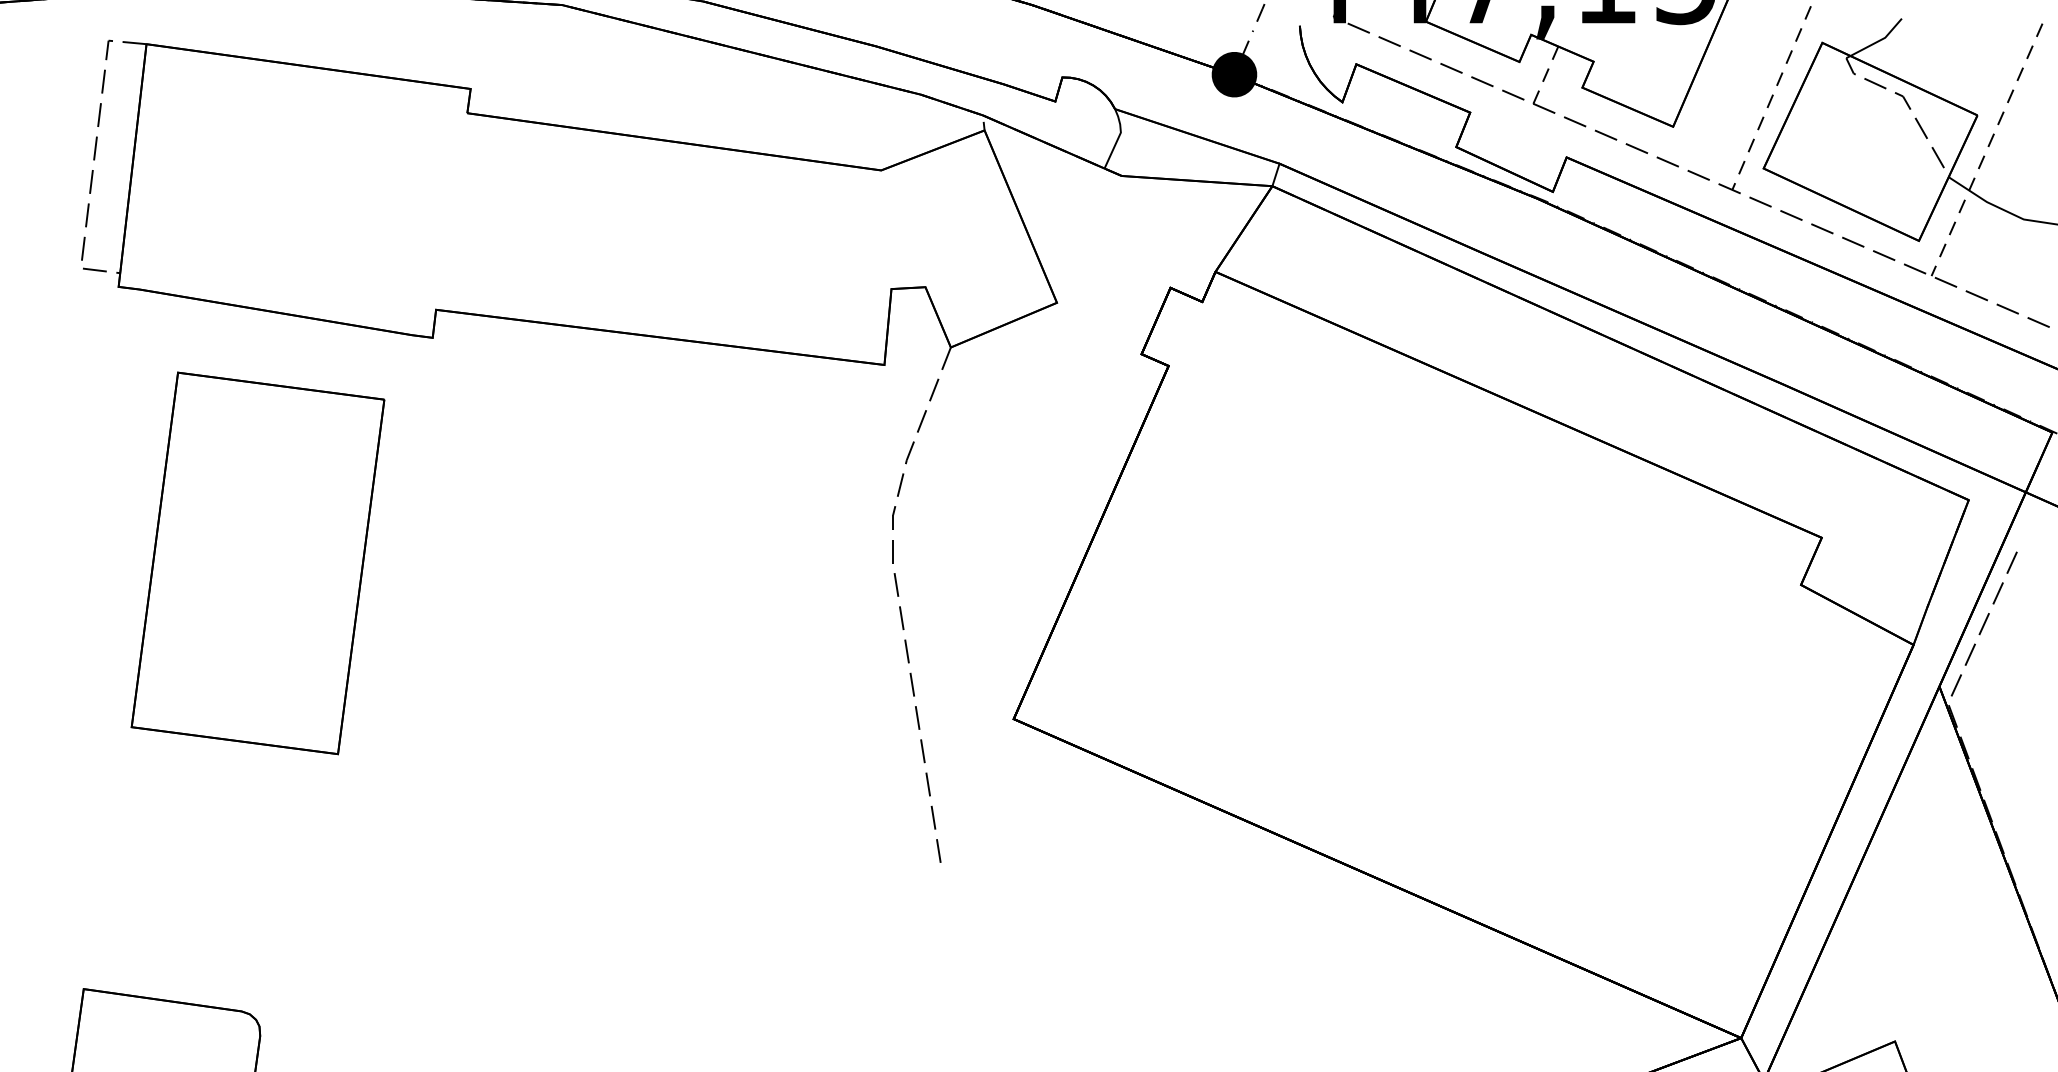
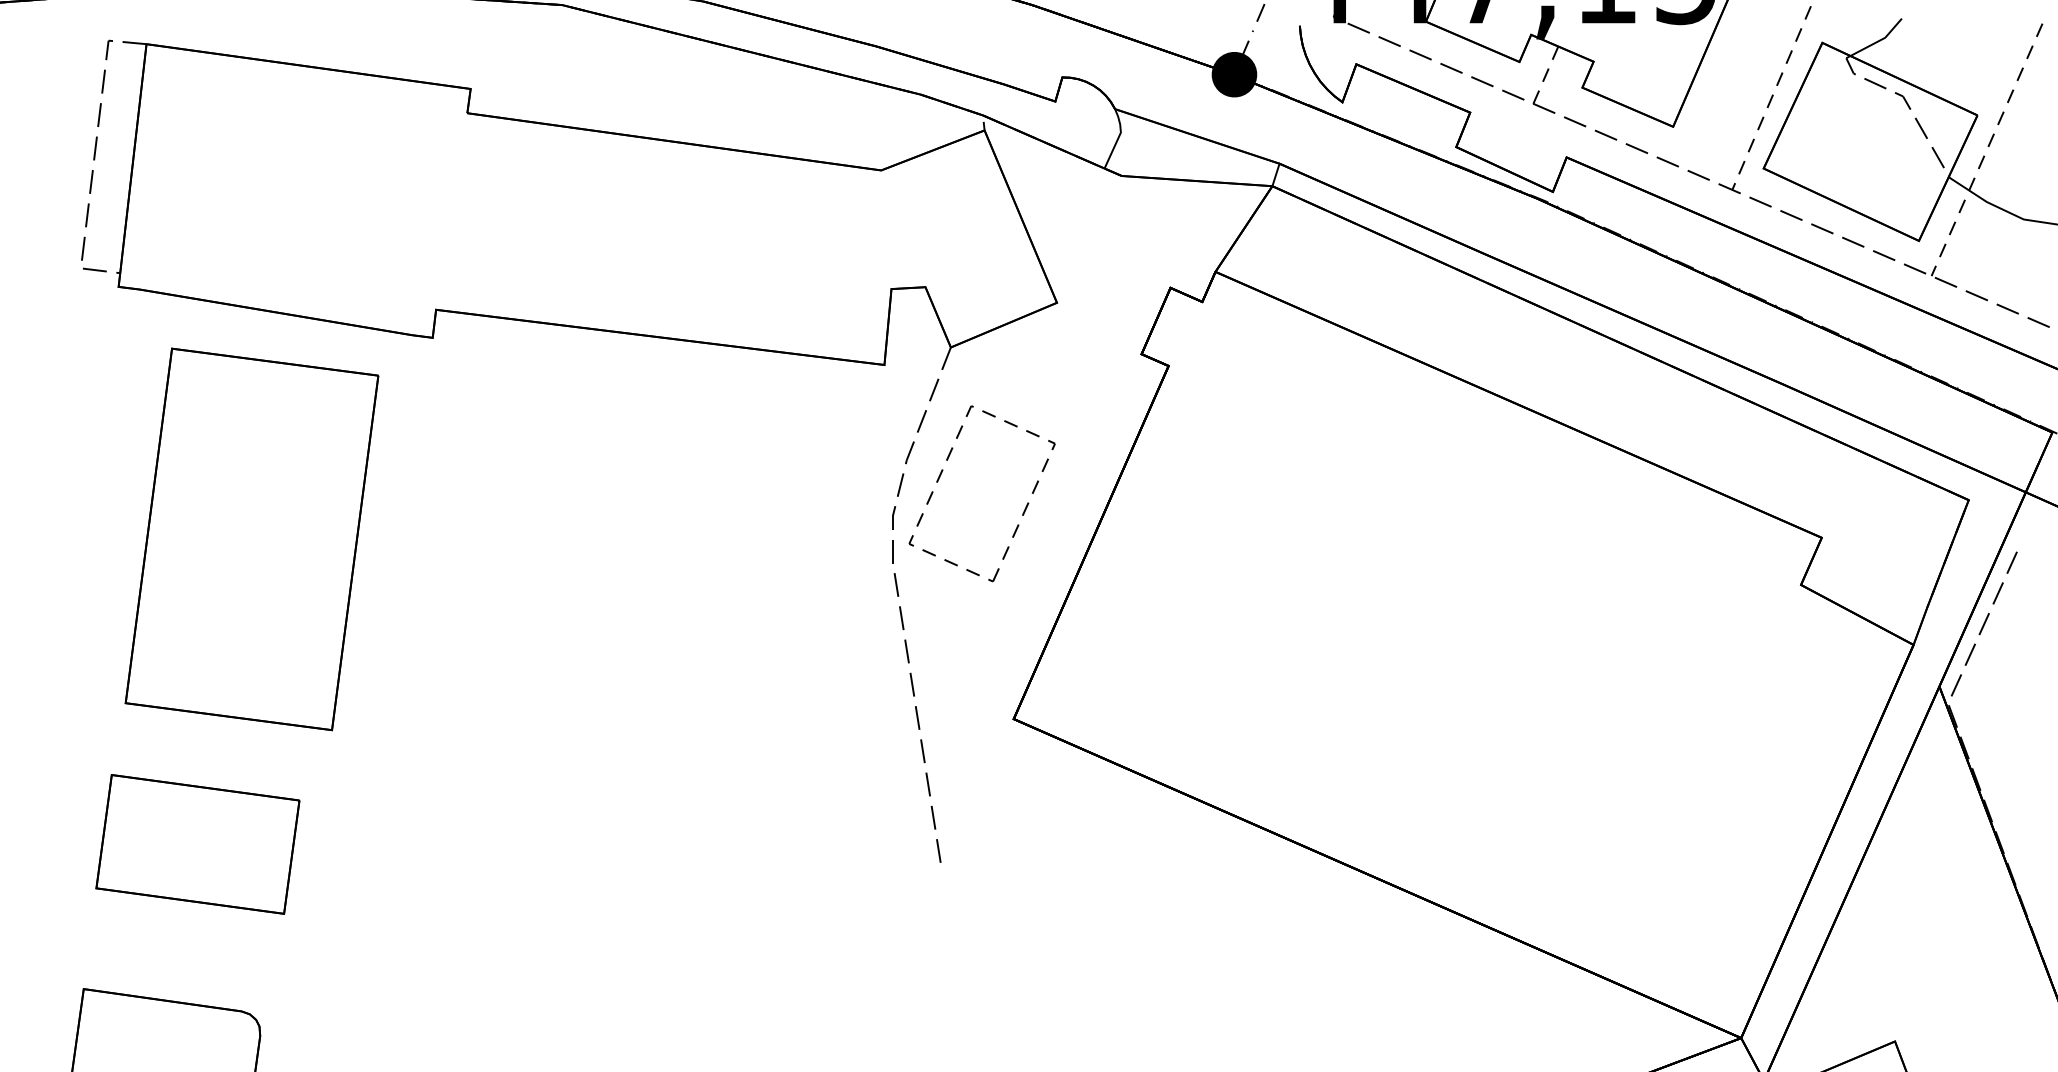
part at (941, 475): none -> present
part at (257, 563) position: (257, 563) -> (251, 539)
part at (197, 844): none -> present
